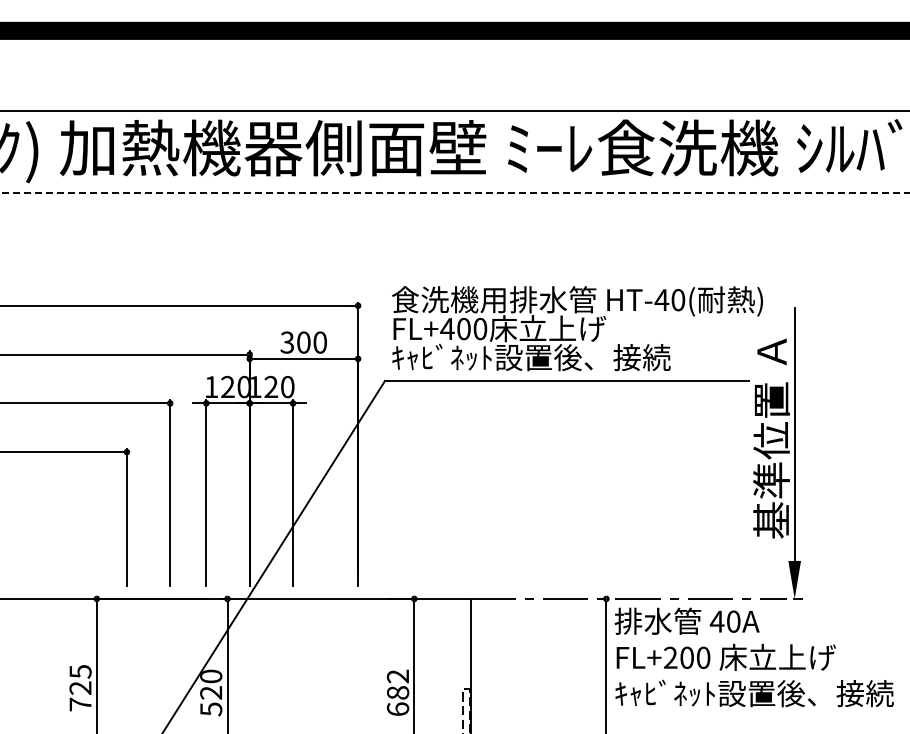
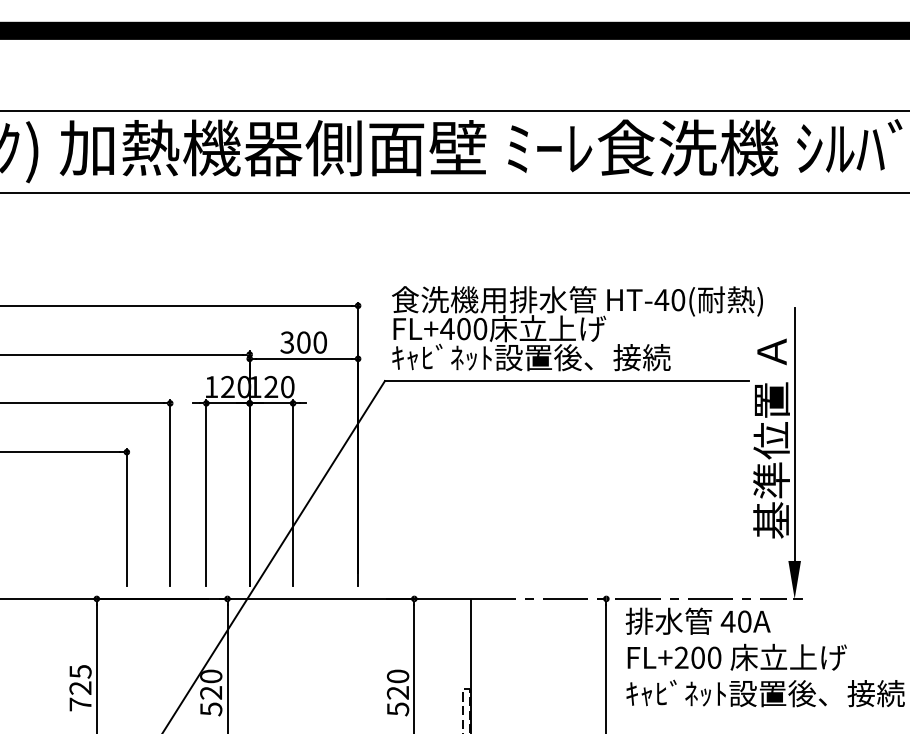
line at (455, 192): dashed -> solid
text at (753, 657) position: (753, 657) -> (764, 657)
text at (397, 692): 682 -> 520
